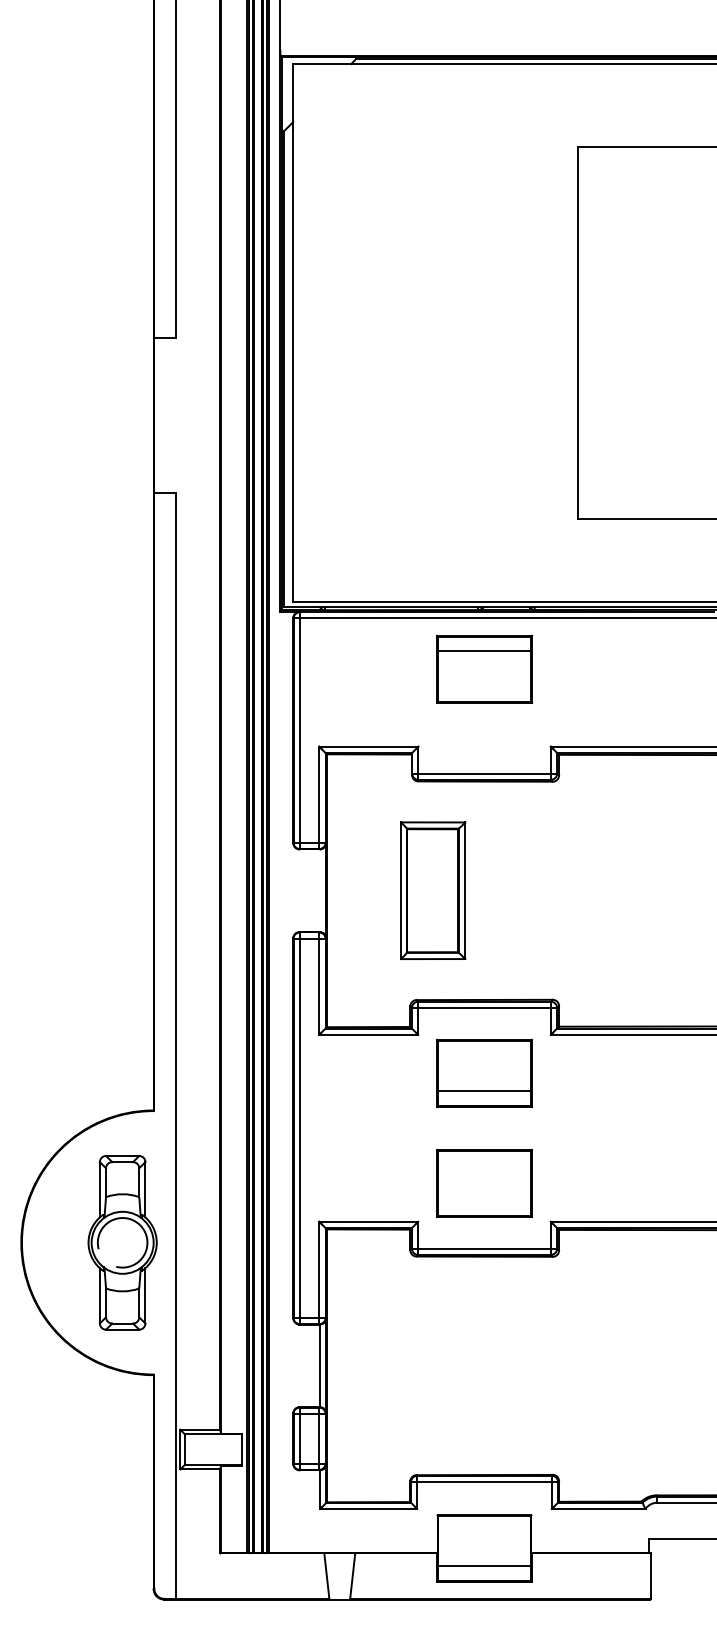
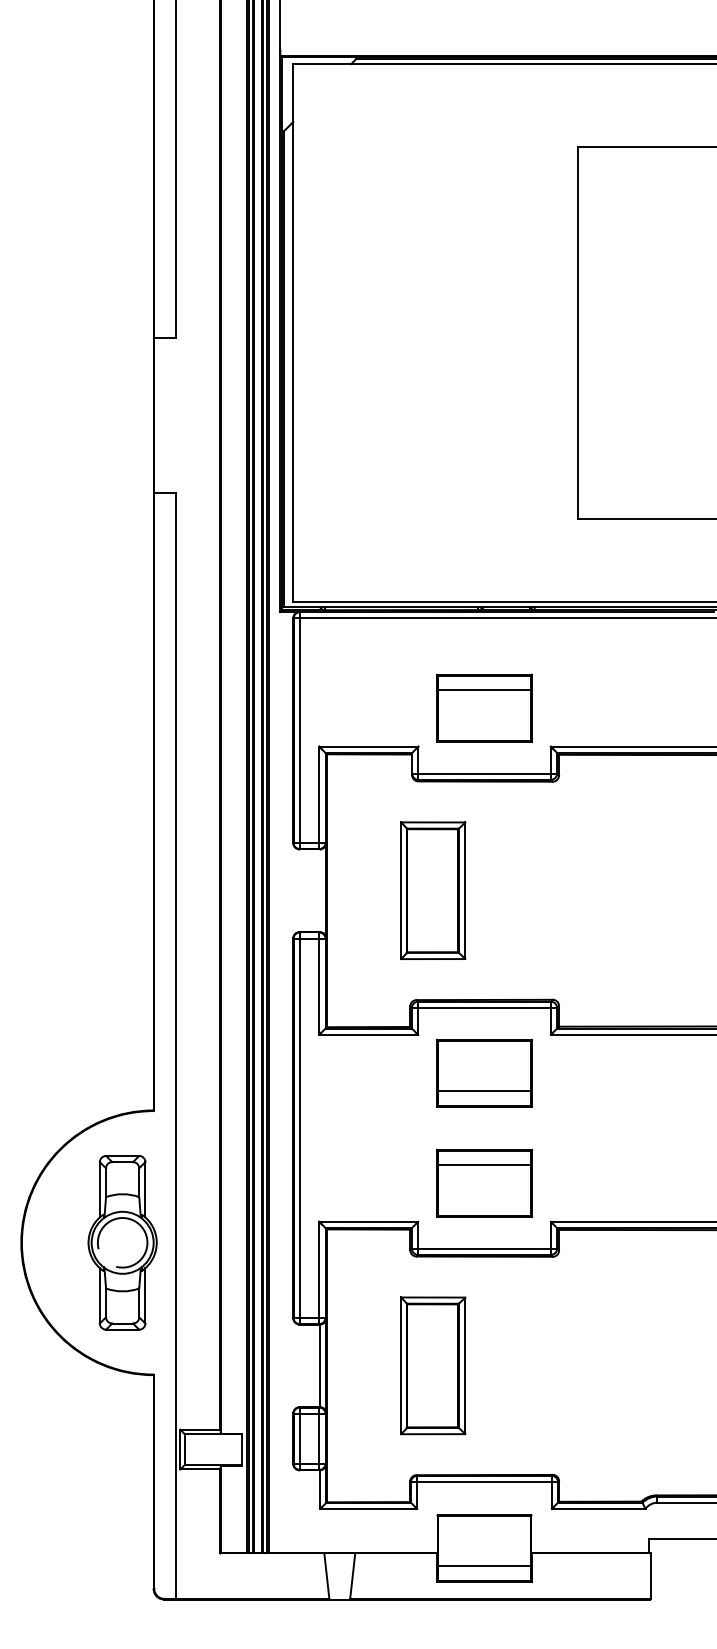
part at (484, 668) position: (484, 668) -> (484, 707)
line at (484, 1165): none -> present
part at (433, 1365): none -> present
